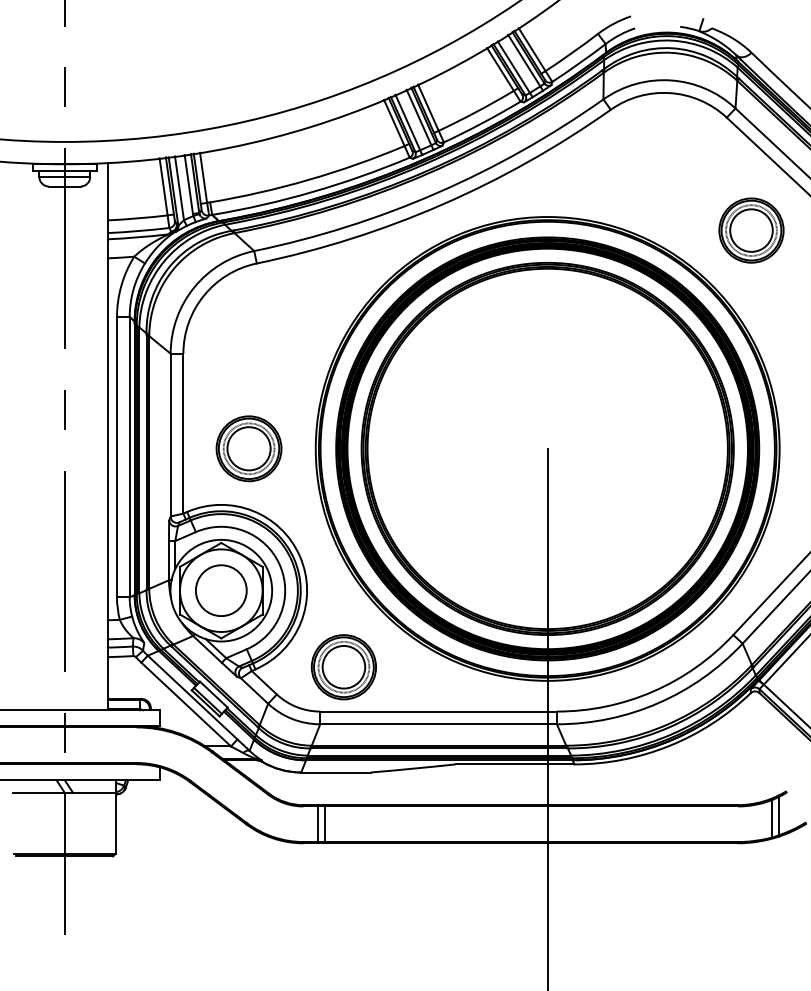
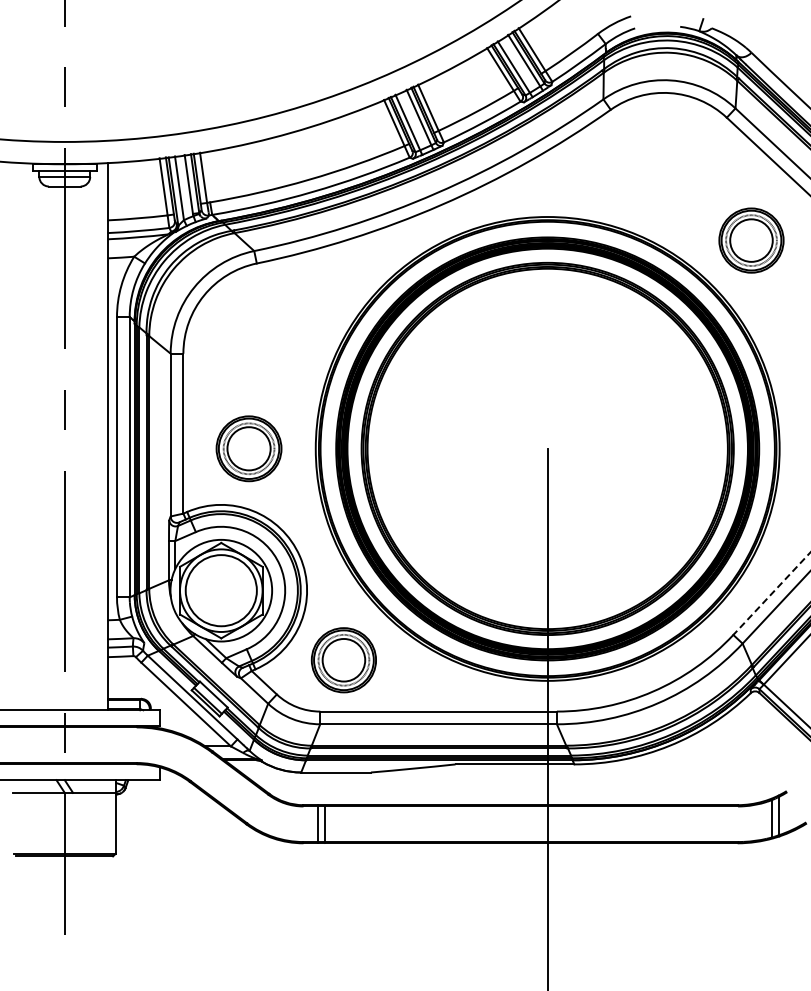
part at (751, 230) position: (751, 230) -> (751, 240)
circle at (220, 590) diameter: 51 px -> 71 px
line at (771, 594): solid -> dashed
part at (343, 667) position: (343, 667) -> (343, 660)
